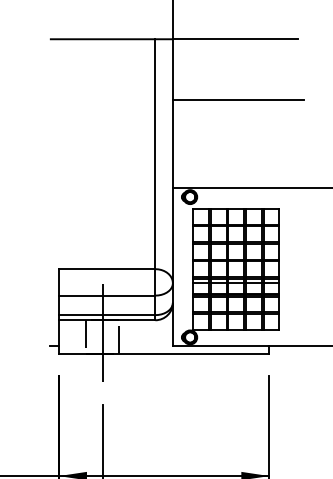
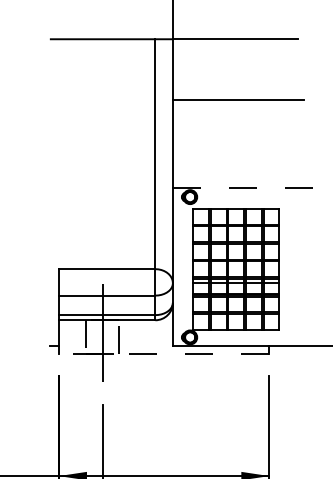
line at (252, 188): solid -> dashed
line at (163, 353): solid -> dashed
